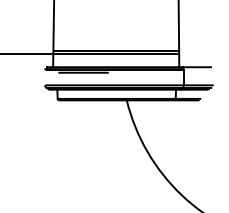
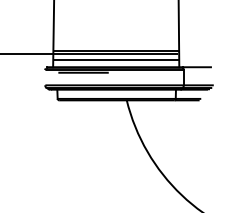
line at (115, 60): none -> present
